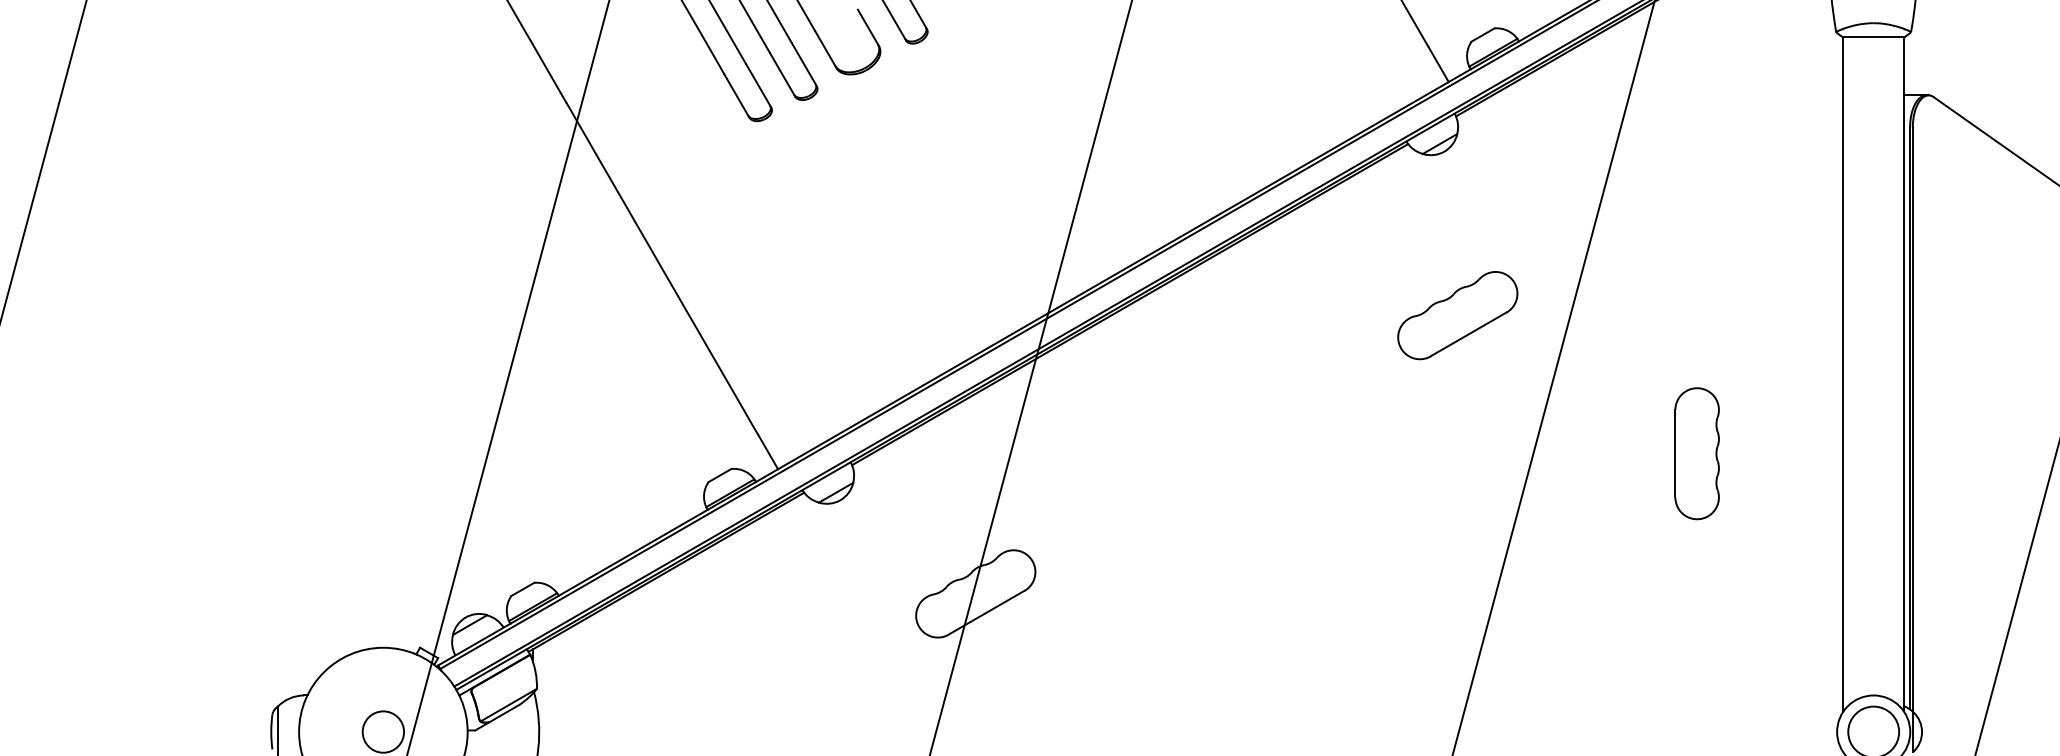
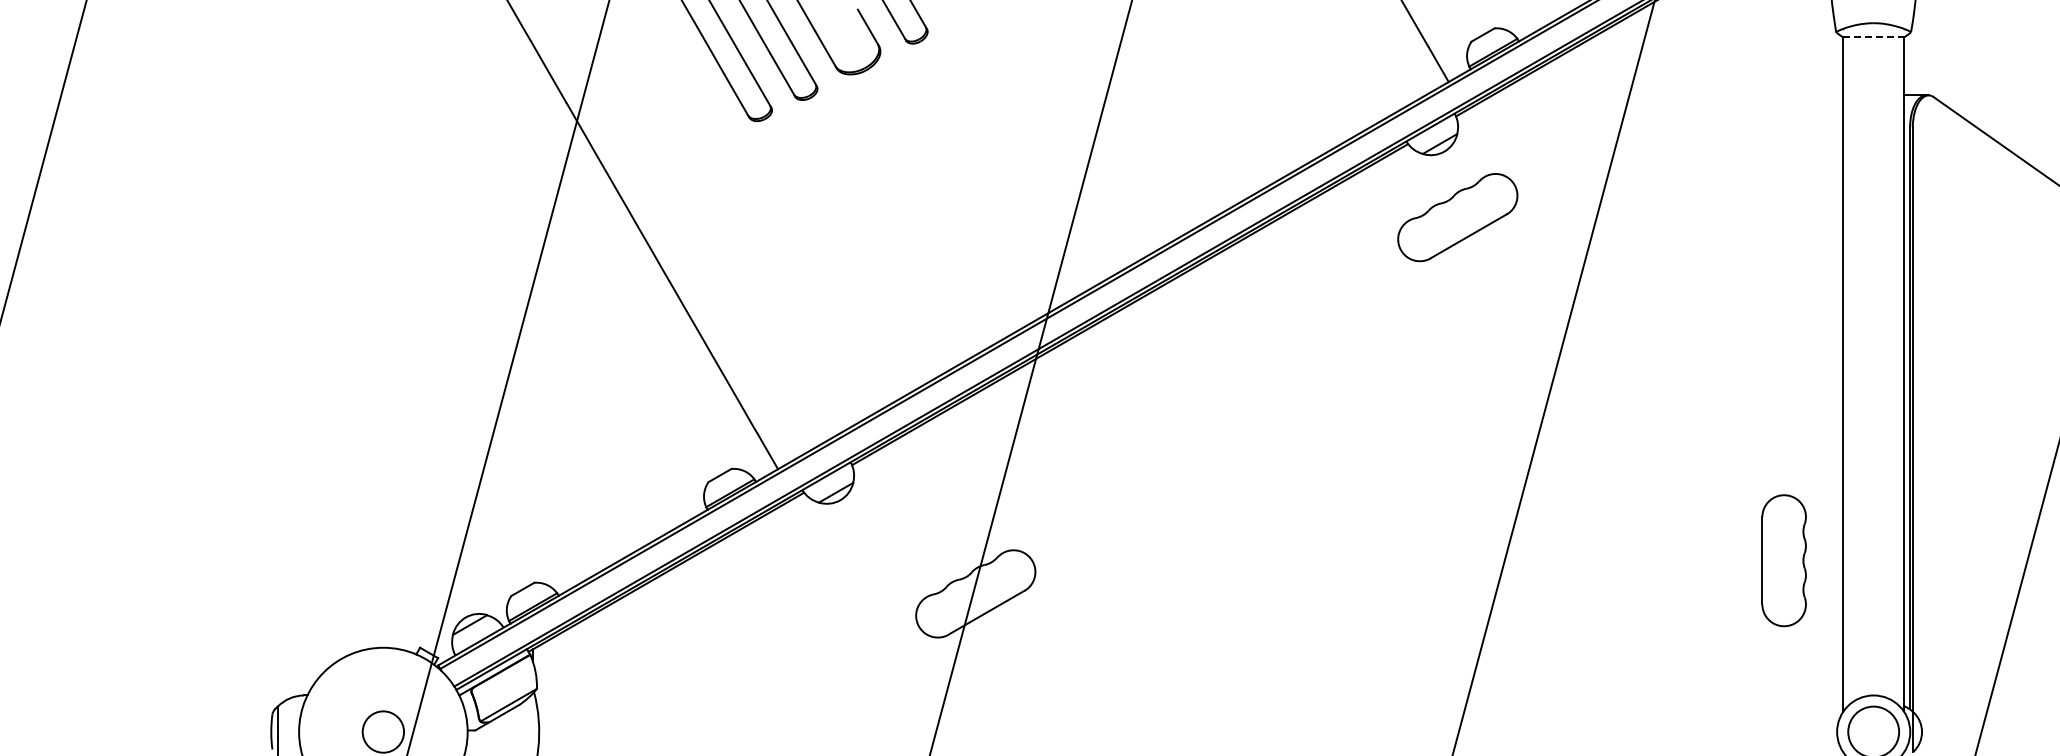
line at (1874, 37): solid -> dashed
part at (1457, 315) position: (1457, 315) -> (1457, 217)
part at (1696, 453) position: (1696, 453) -> (1783, 560)
